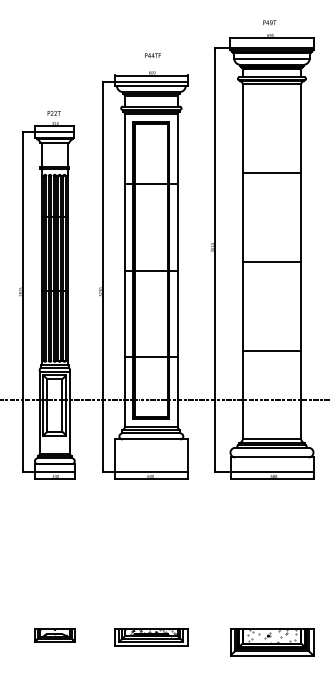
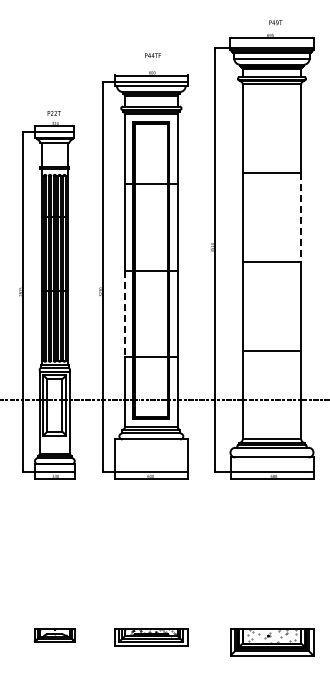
text at (269, 22) position: (269, 22) -> (275, 22)
line at (301, 217): solid -> dashed
line at (124, 314): solid -> dashed
